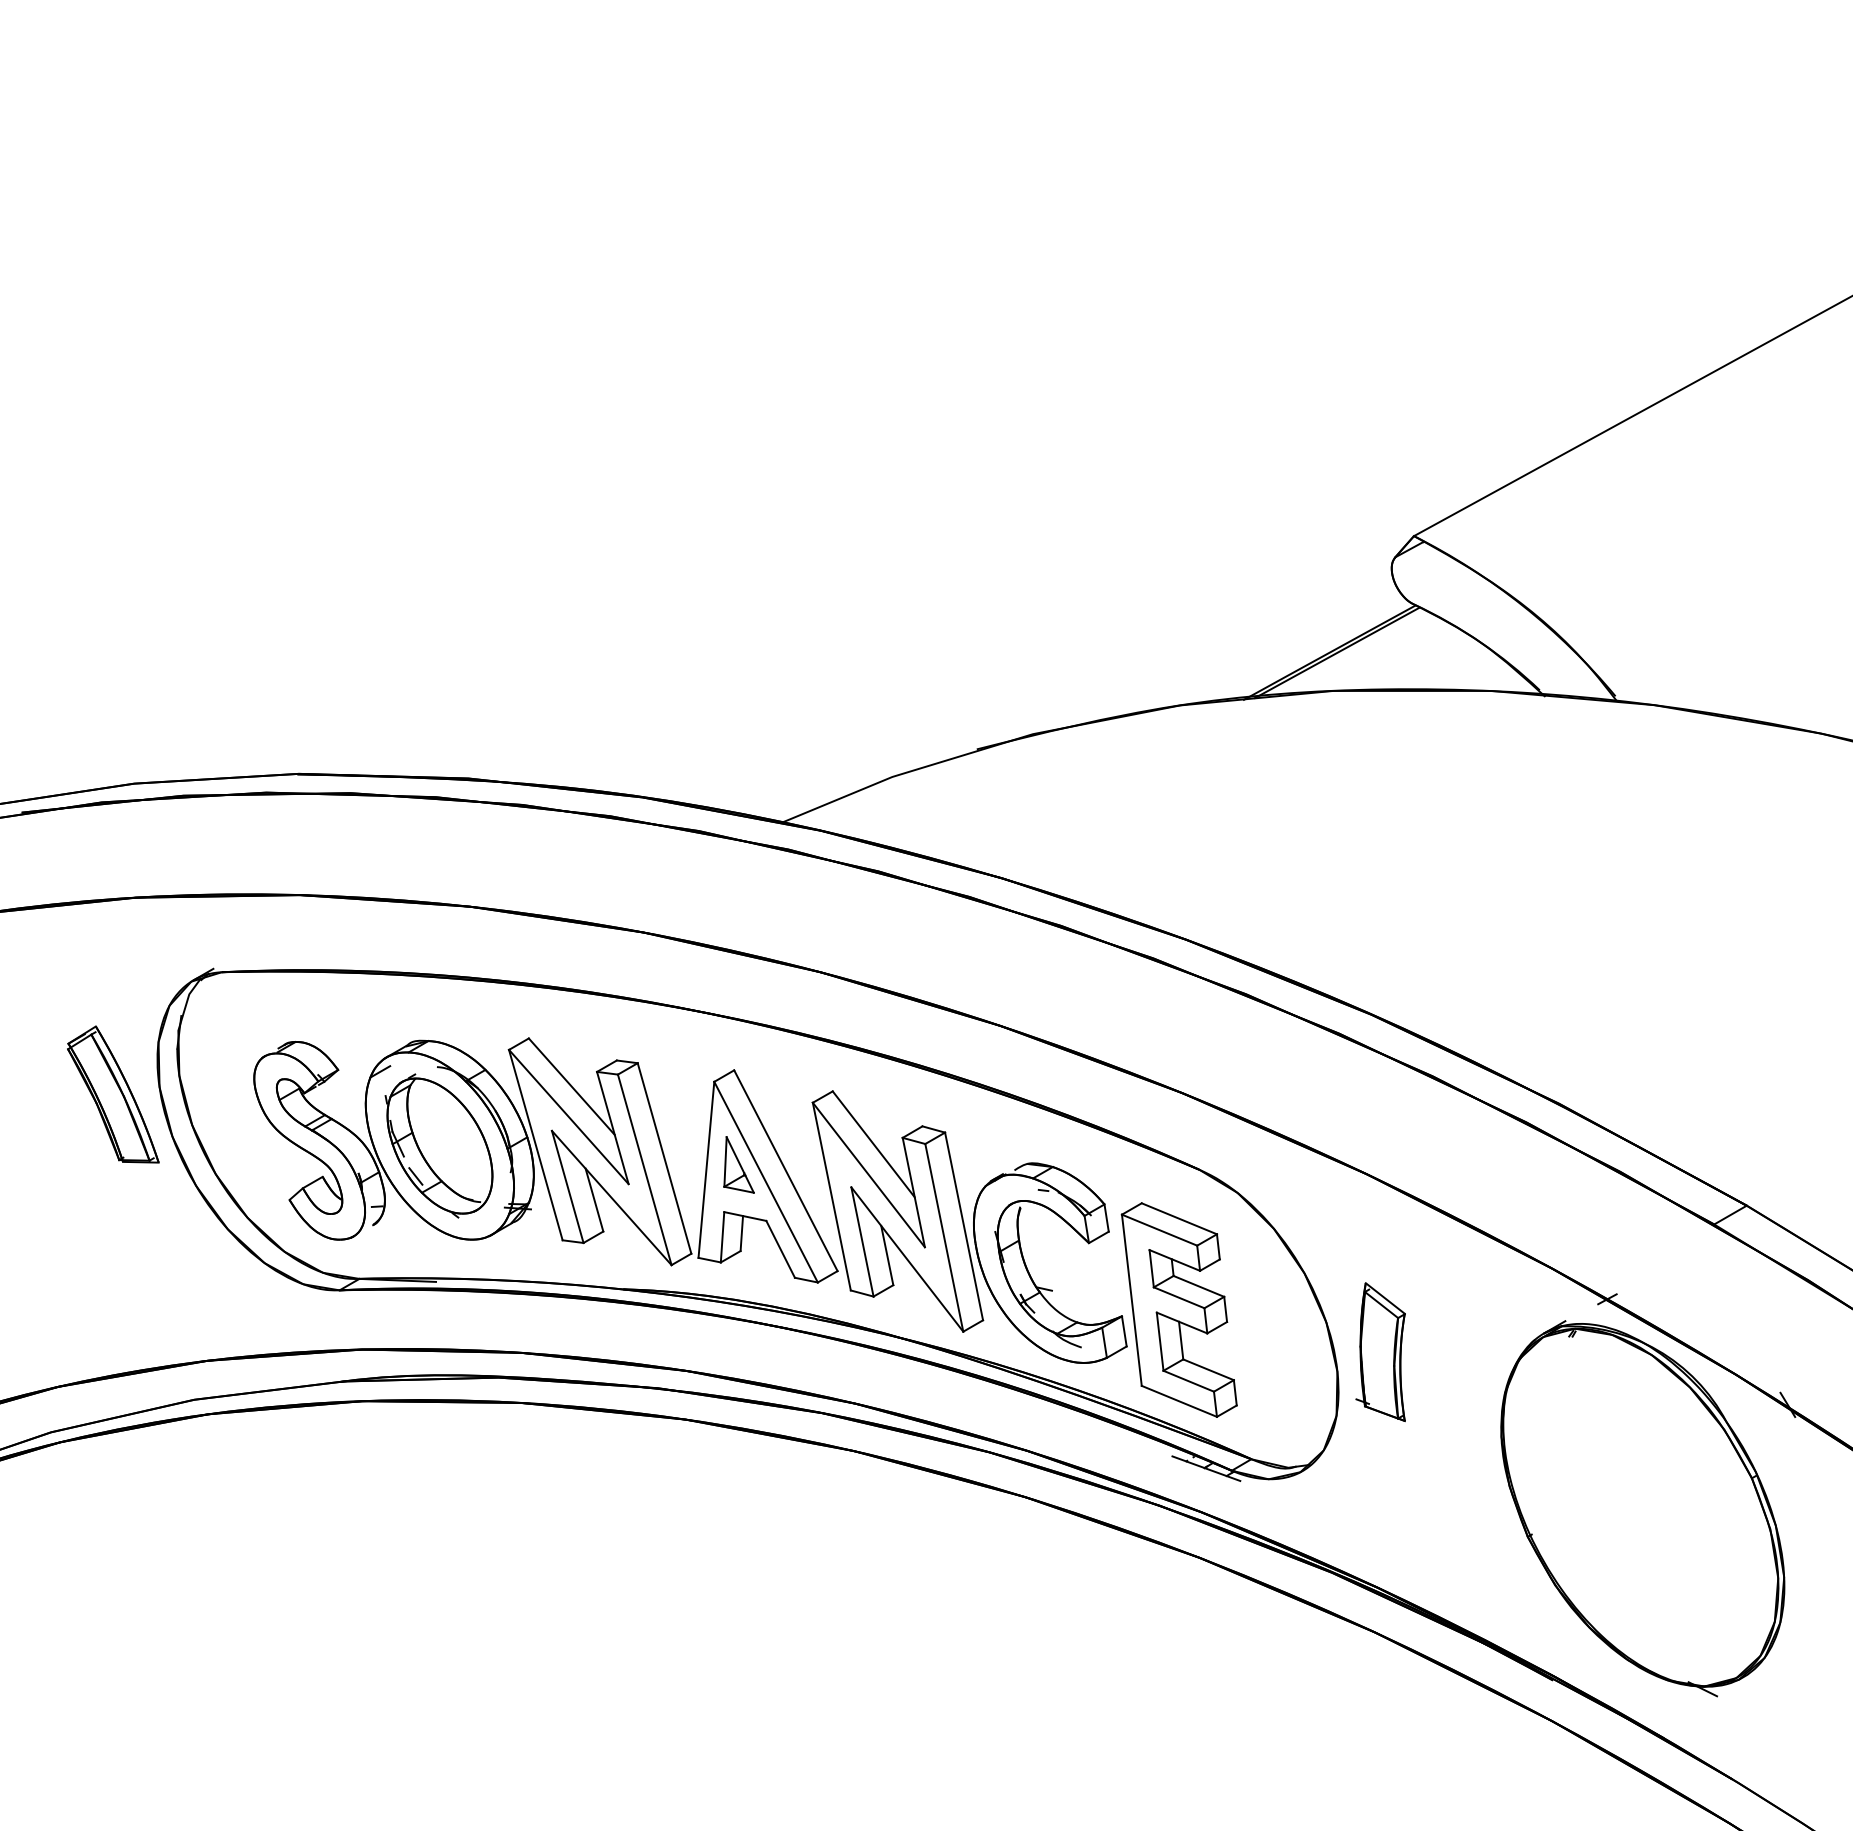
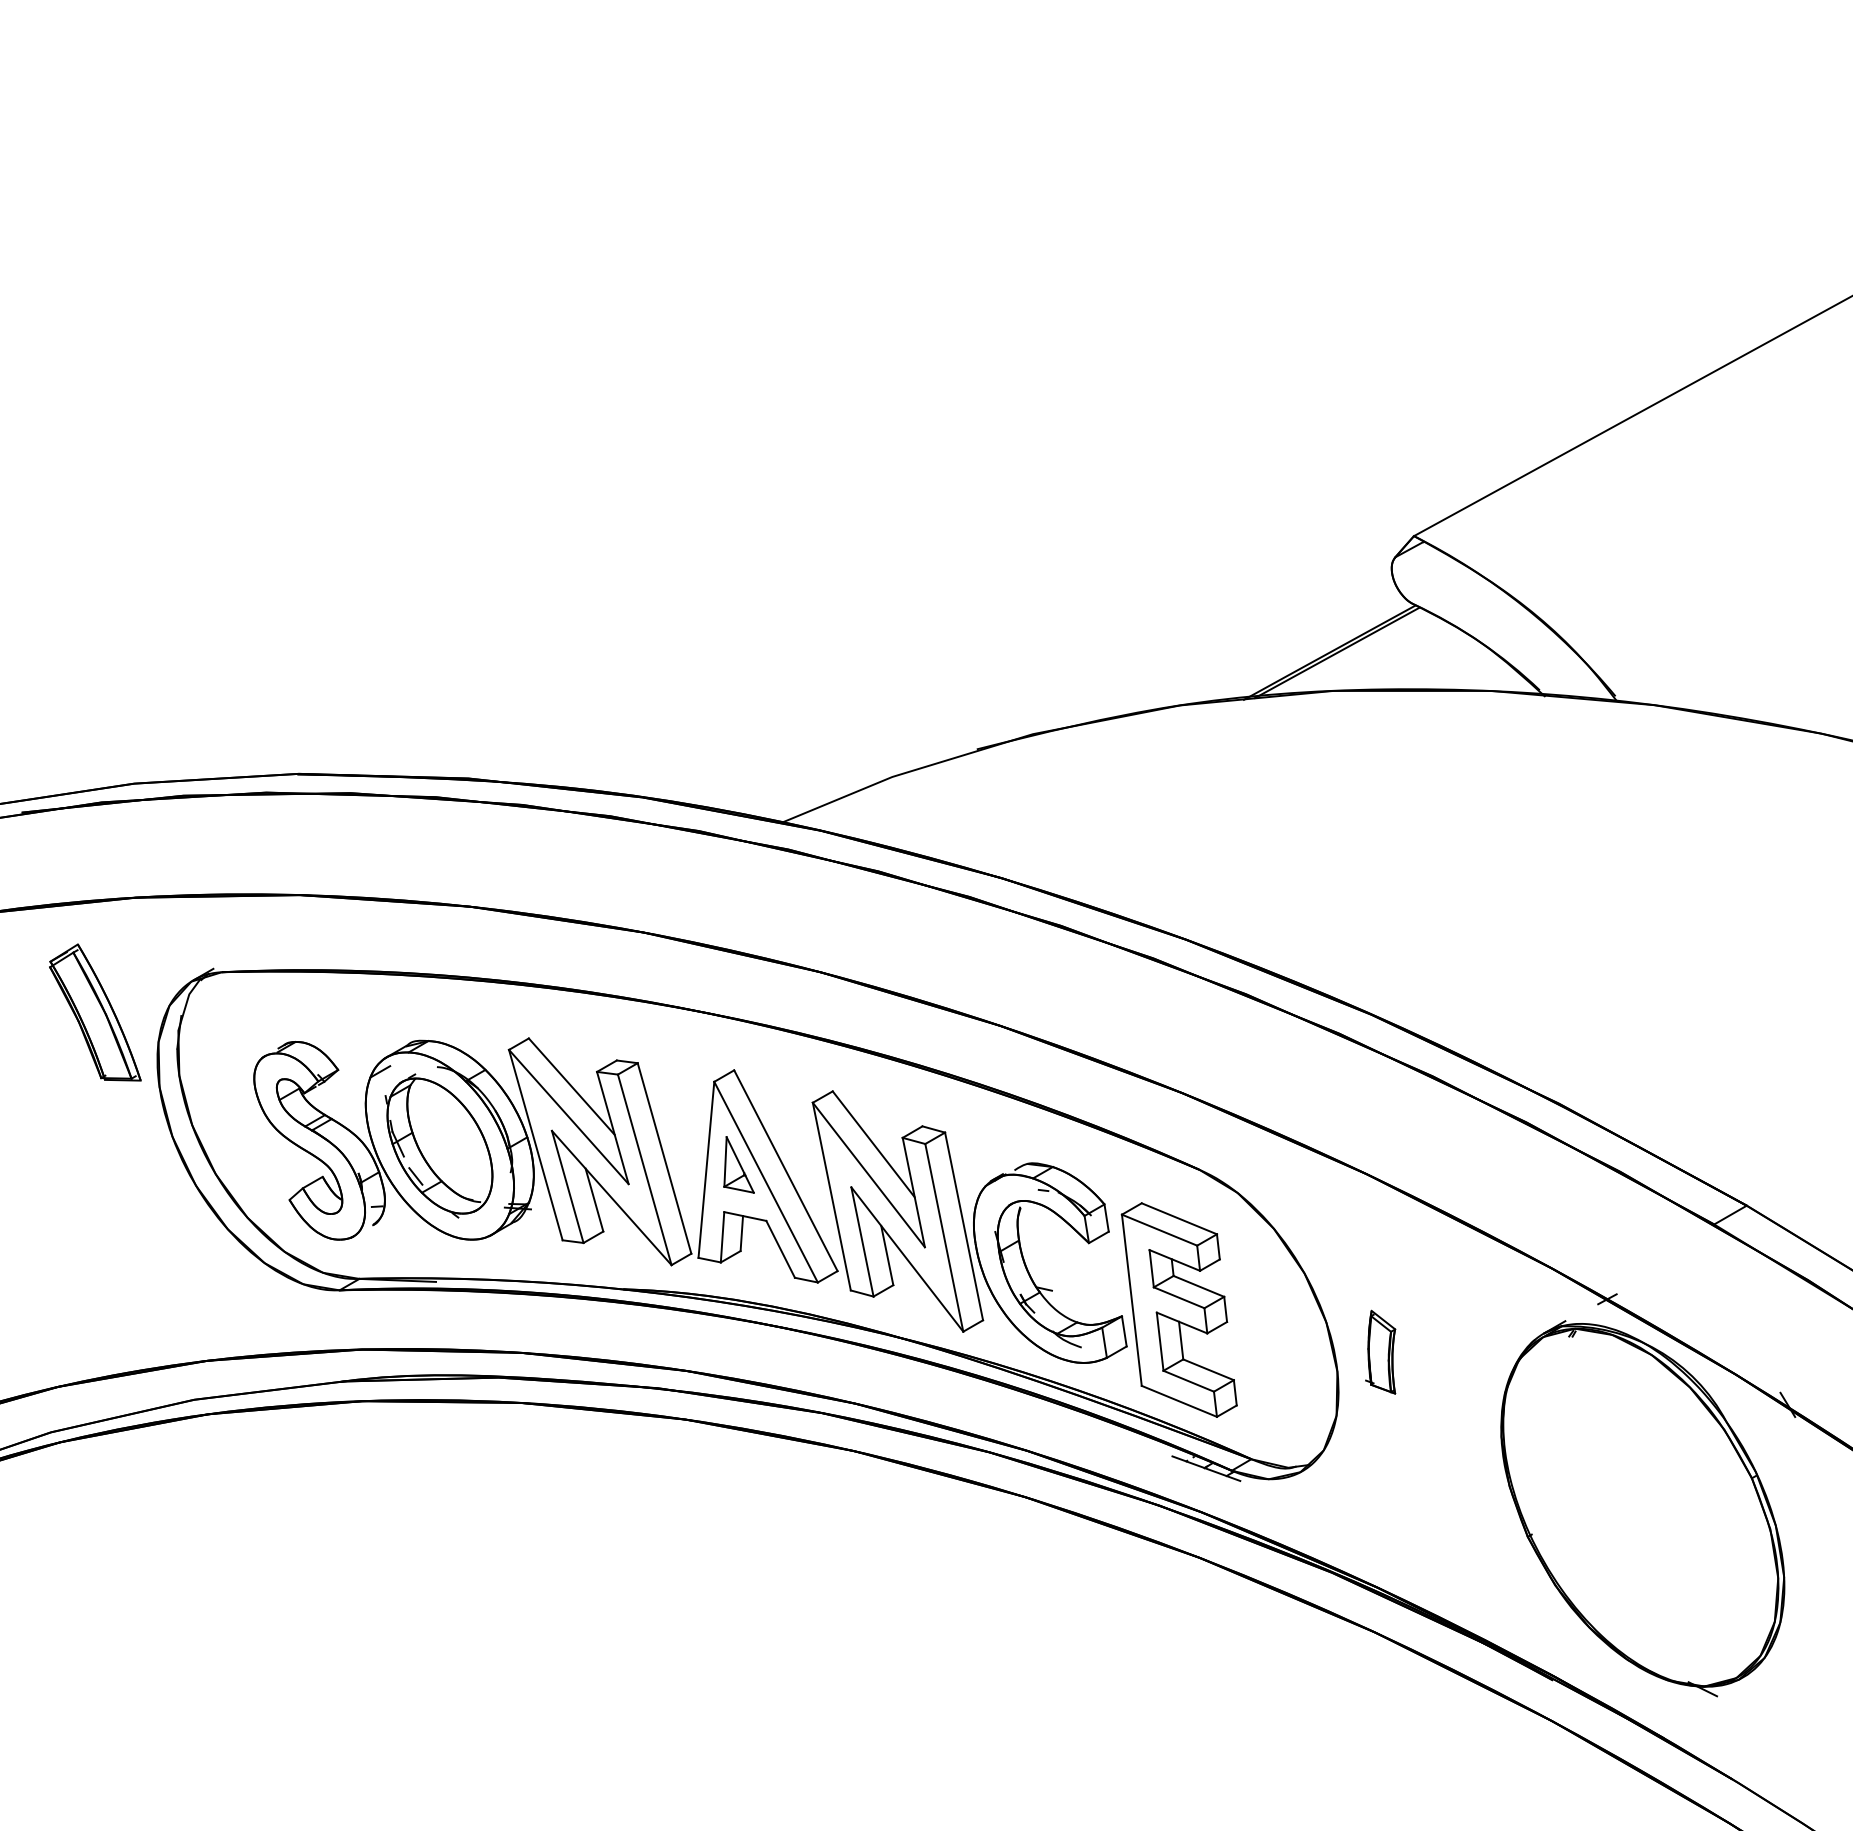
part at (113, 1094) position: (113, 1094) -> (95, 1012)
part at (1380, 1352) size: 51x141 px -> 32x86 px
